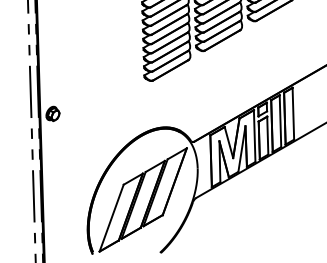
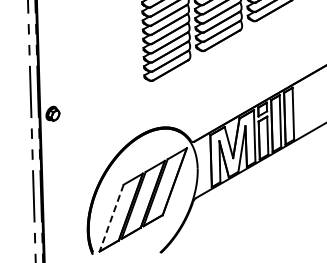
line at (111, 218): solid -> dashed
